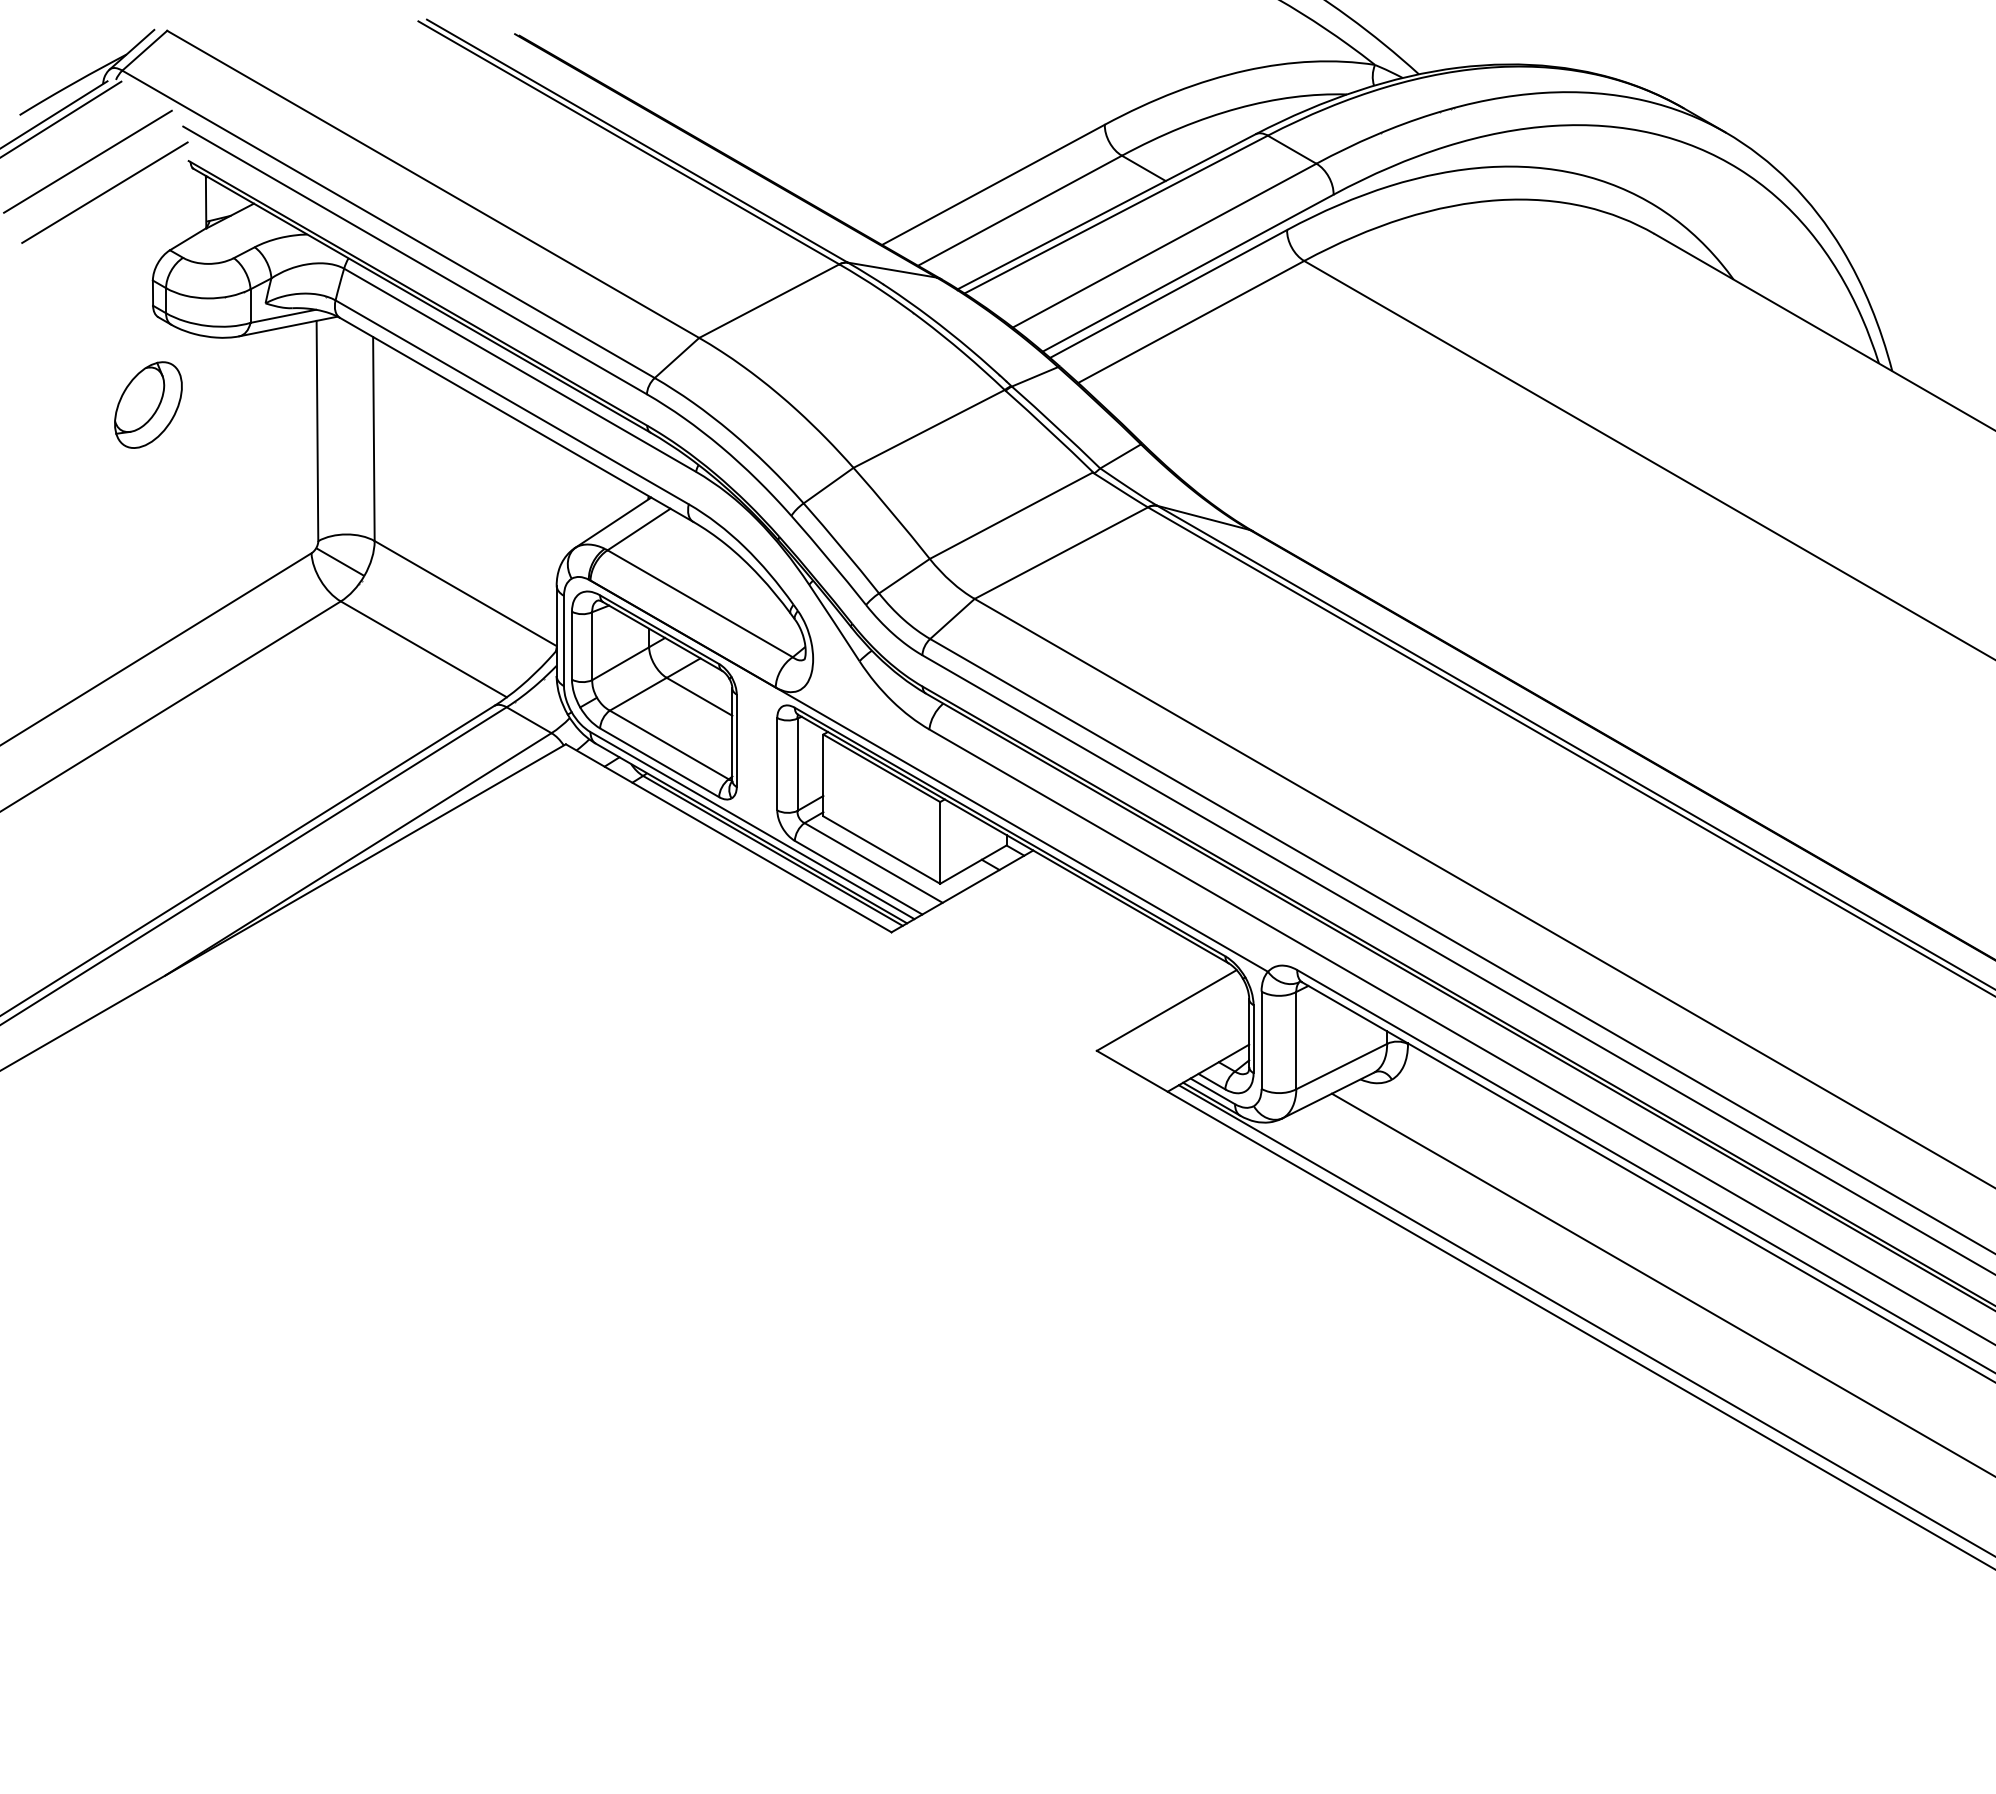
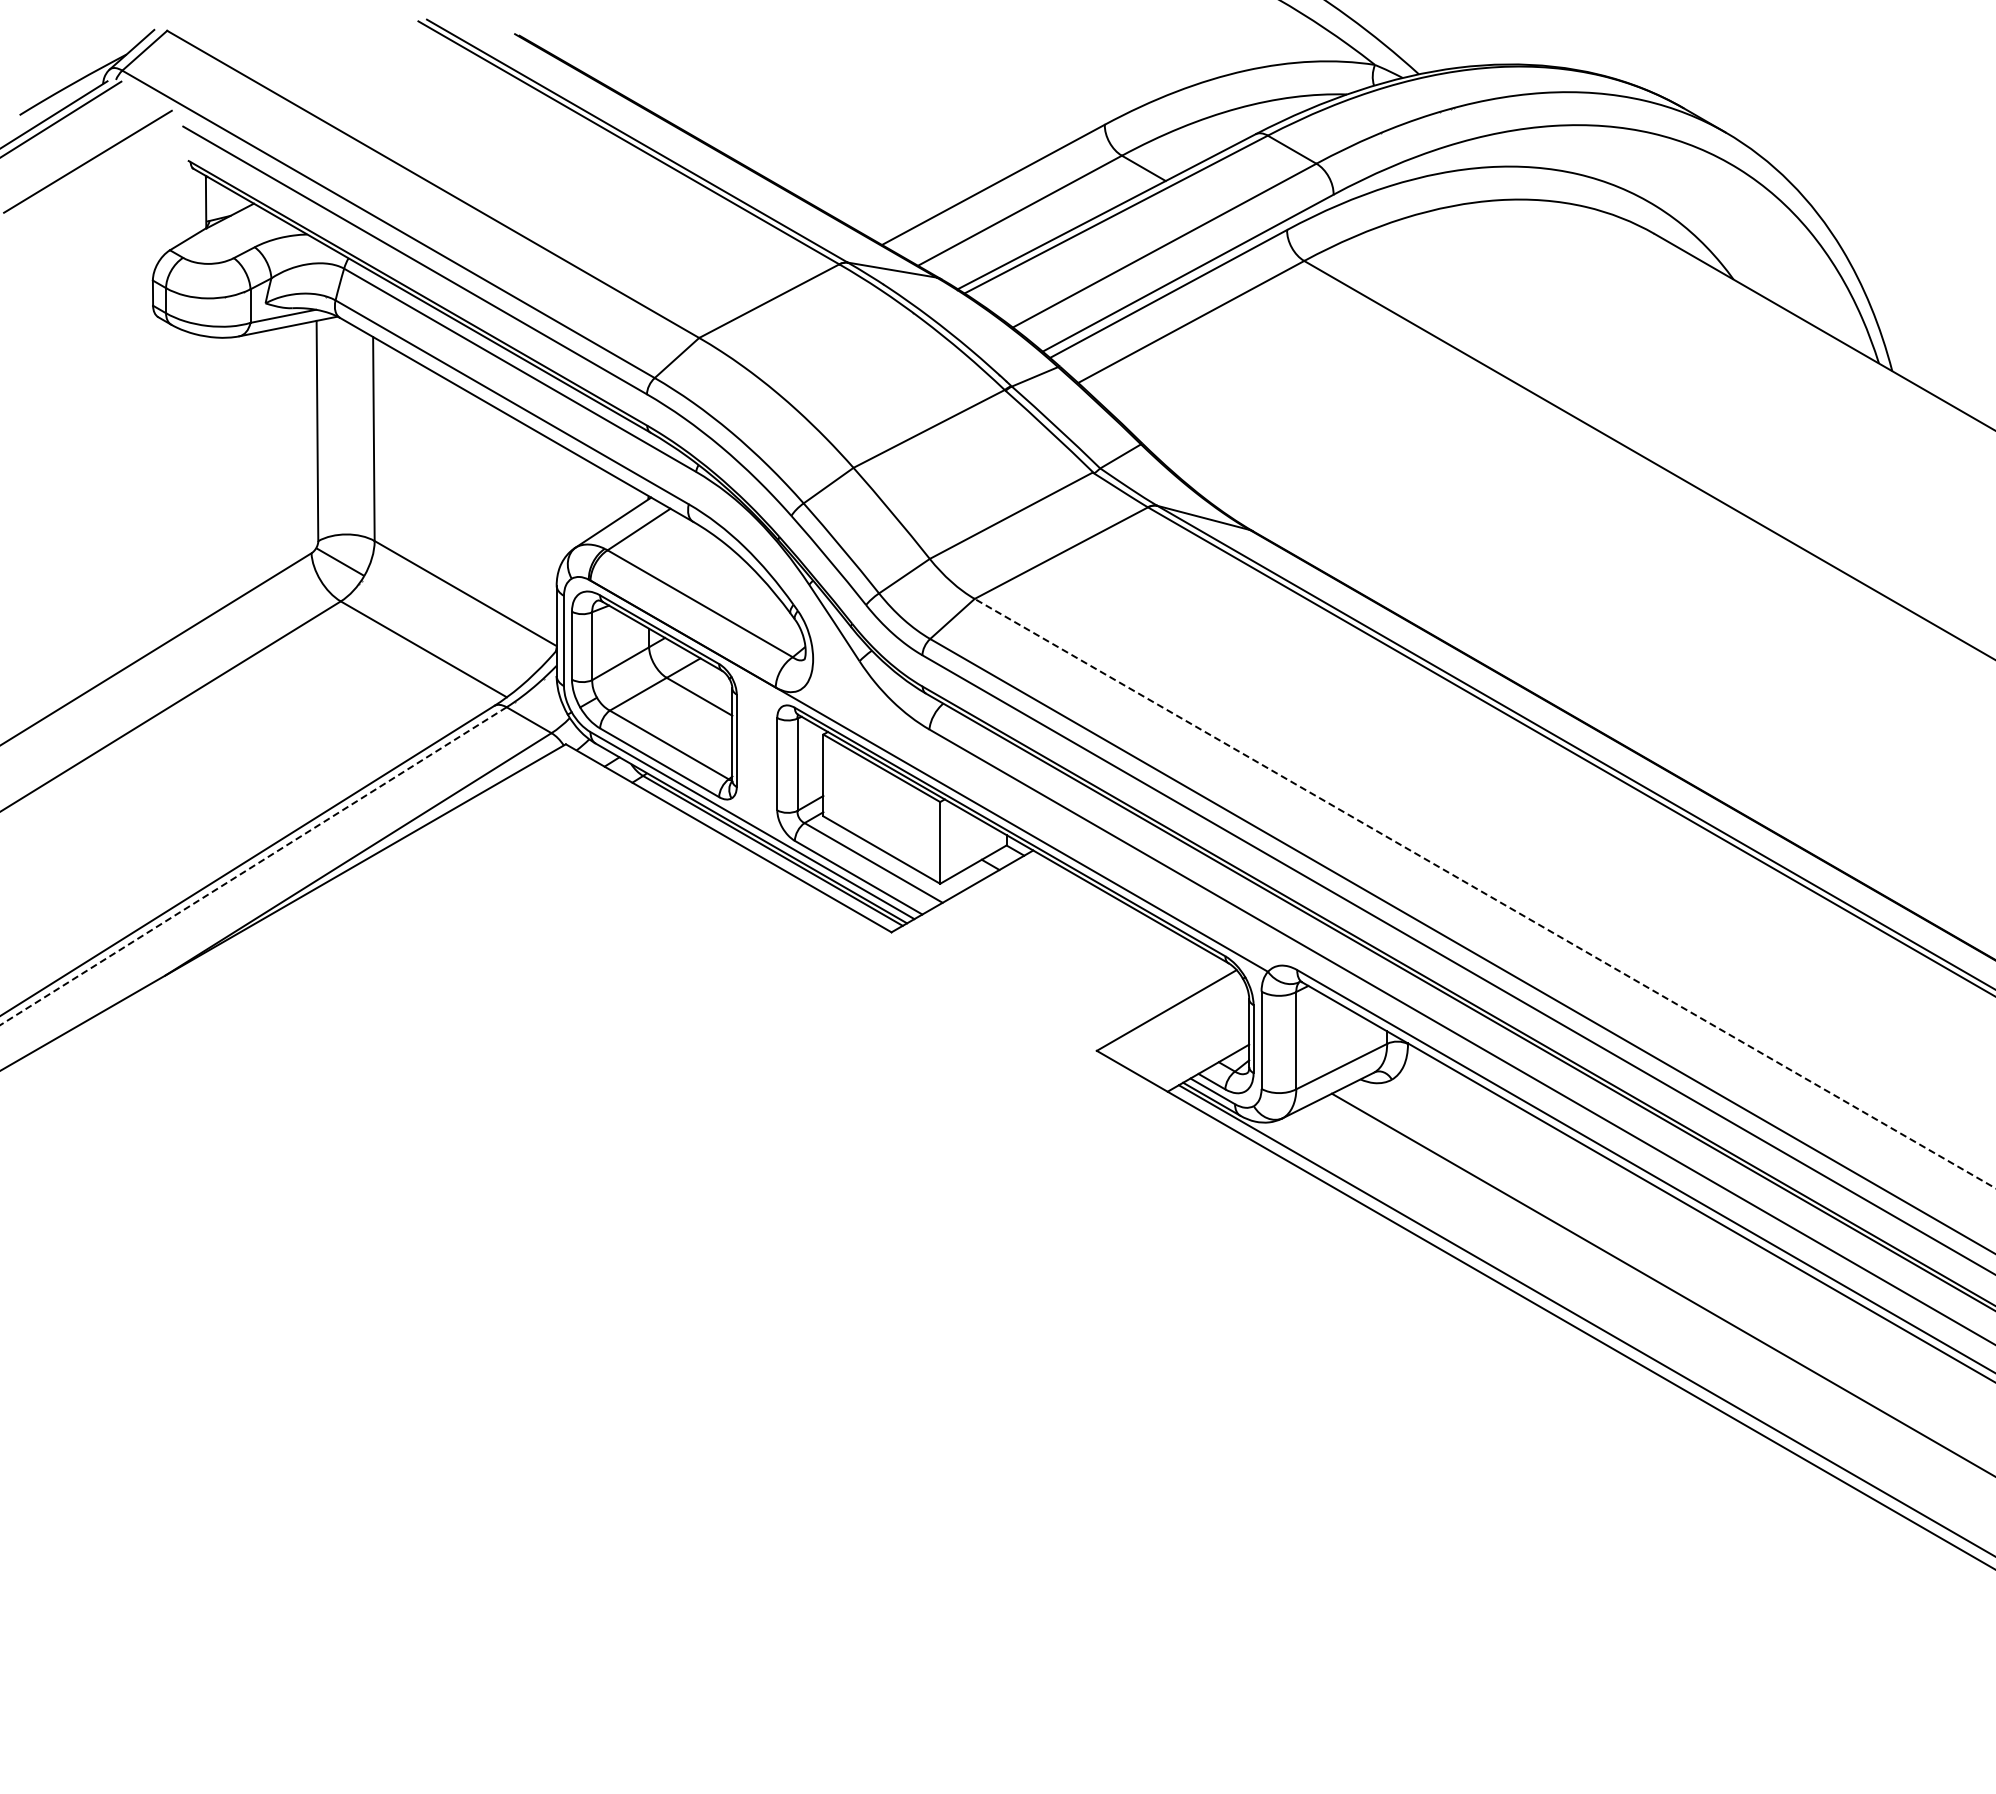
line at (104, 192): present -> none
part at (148, 404): present -> none
line at (253, 866): solid -> dashed
line at (1484, 893): solid -> dashed
